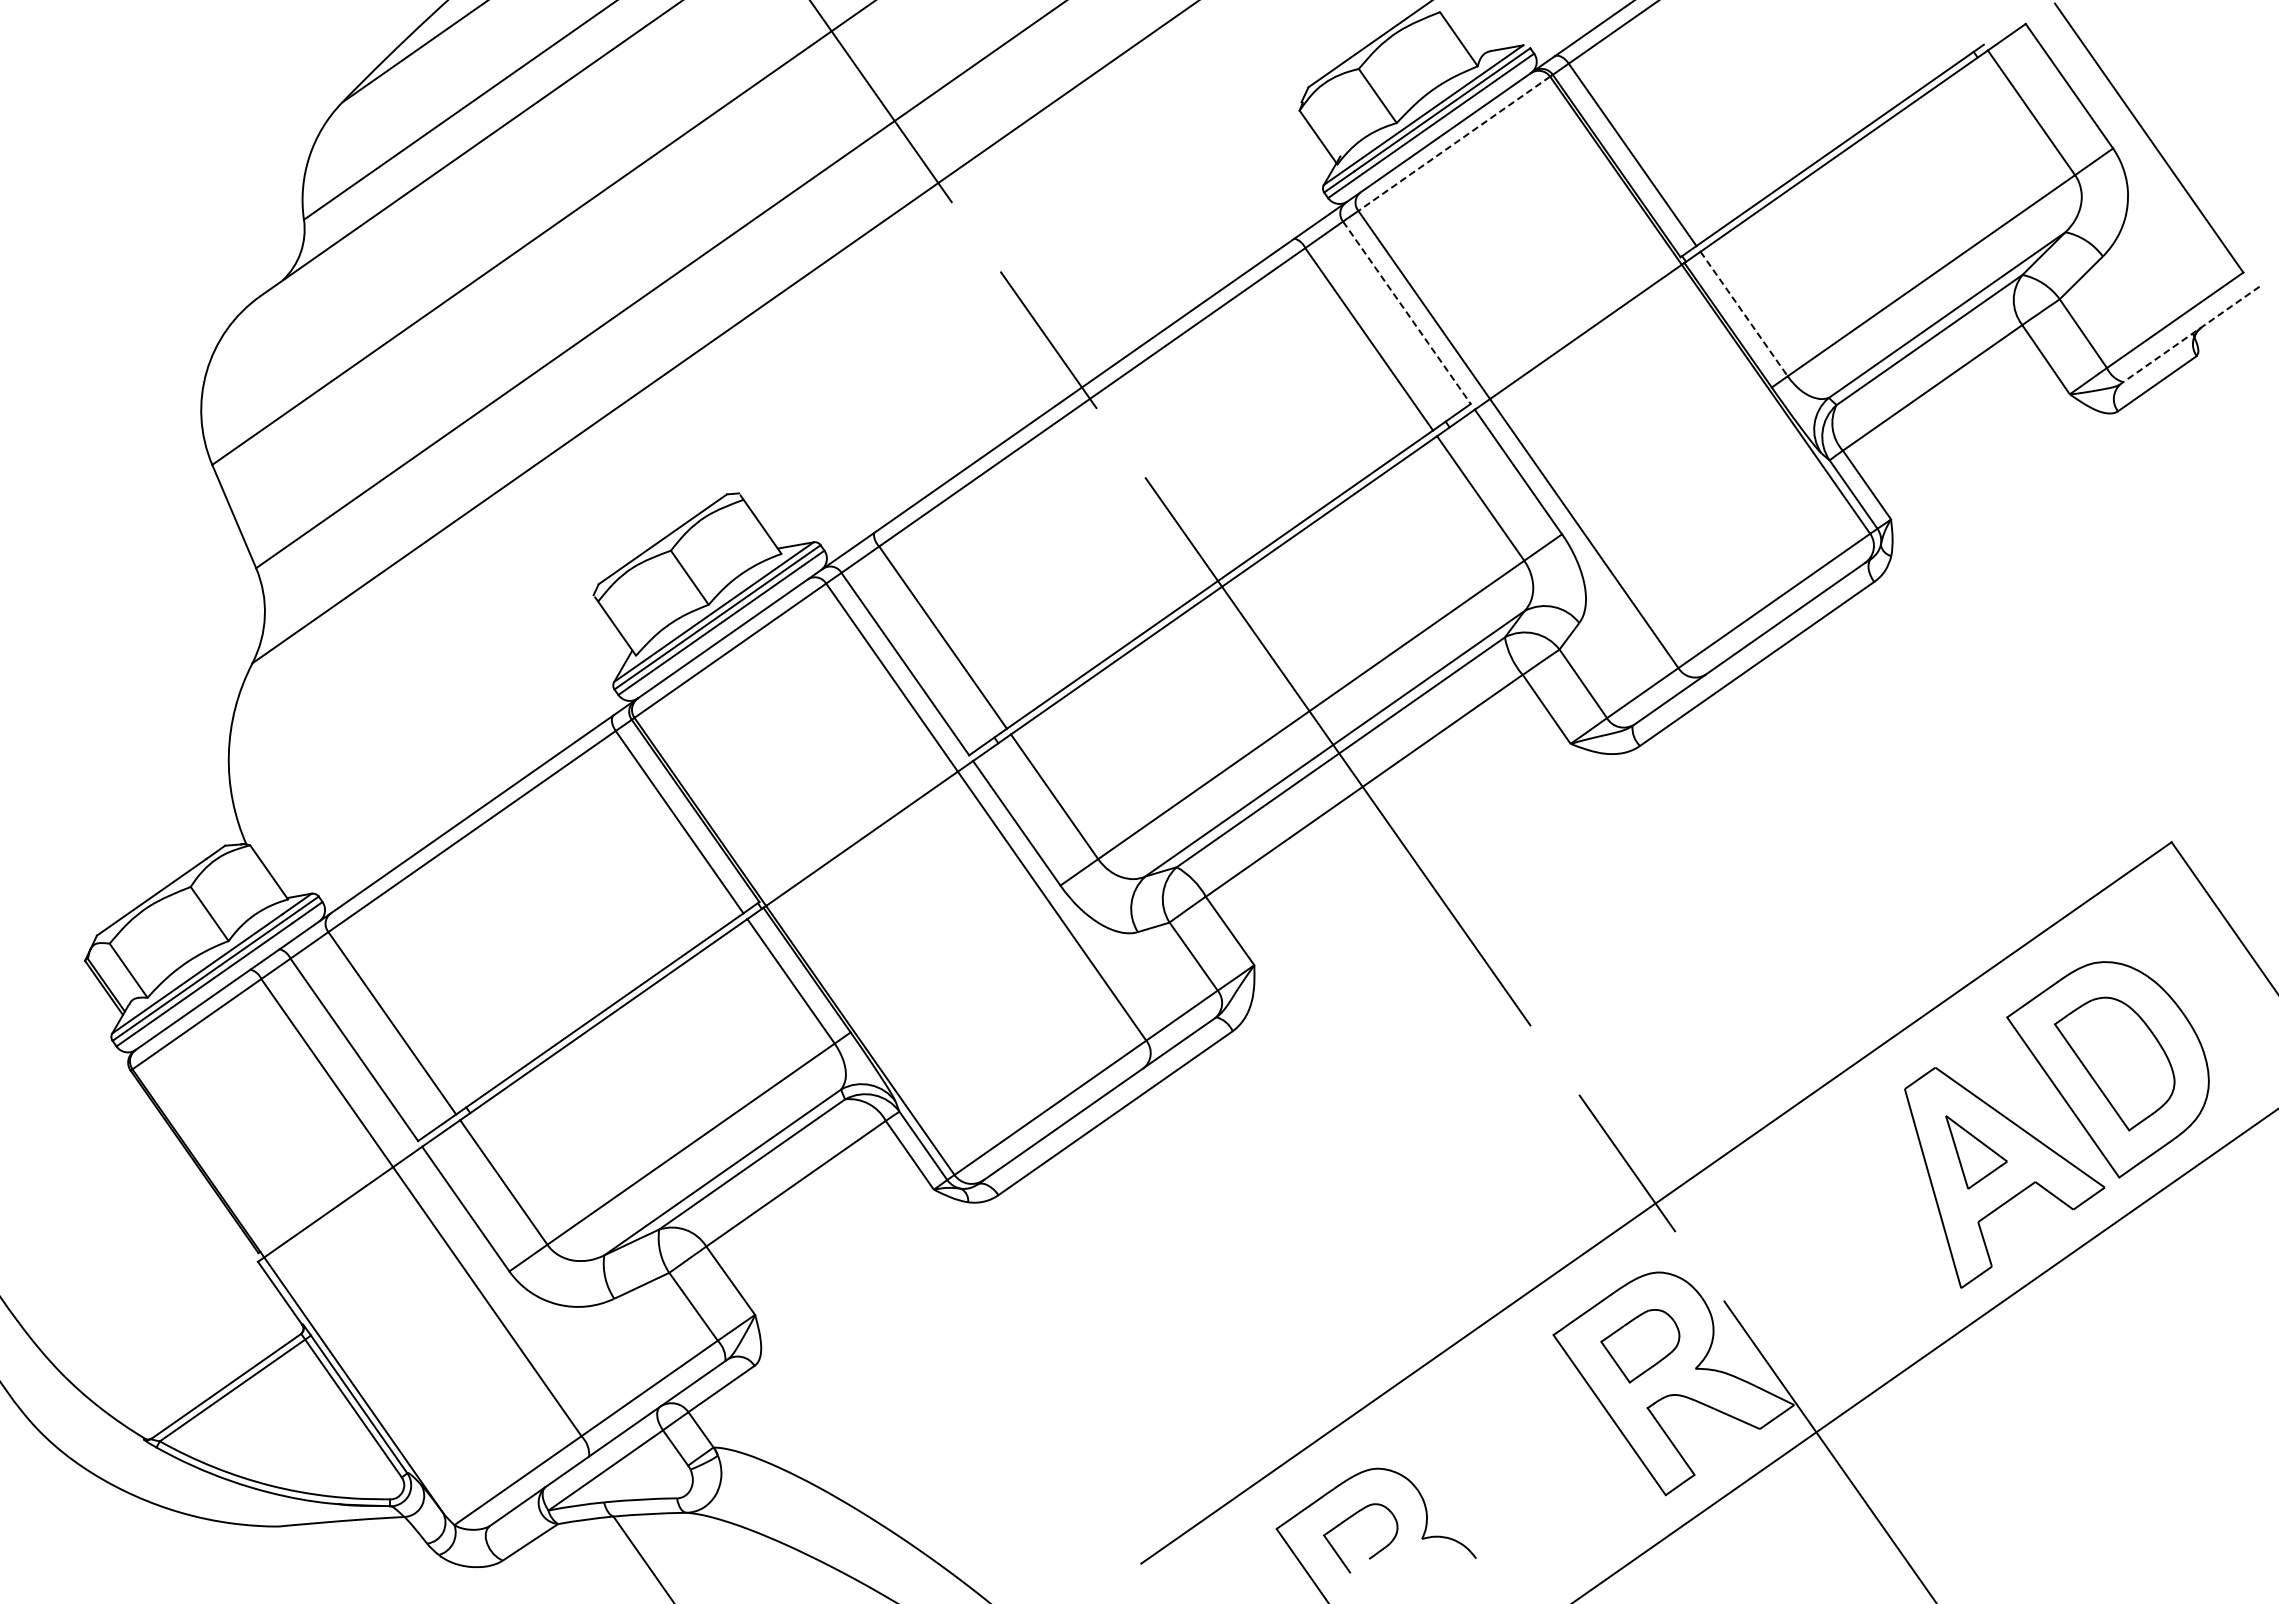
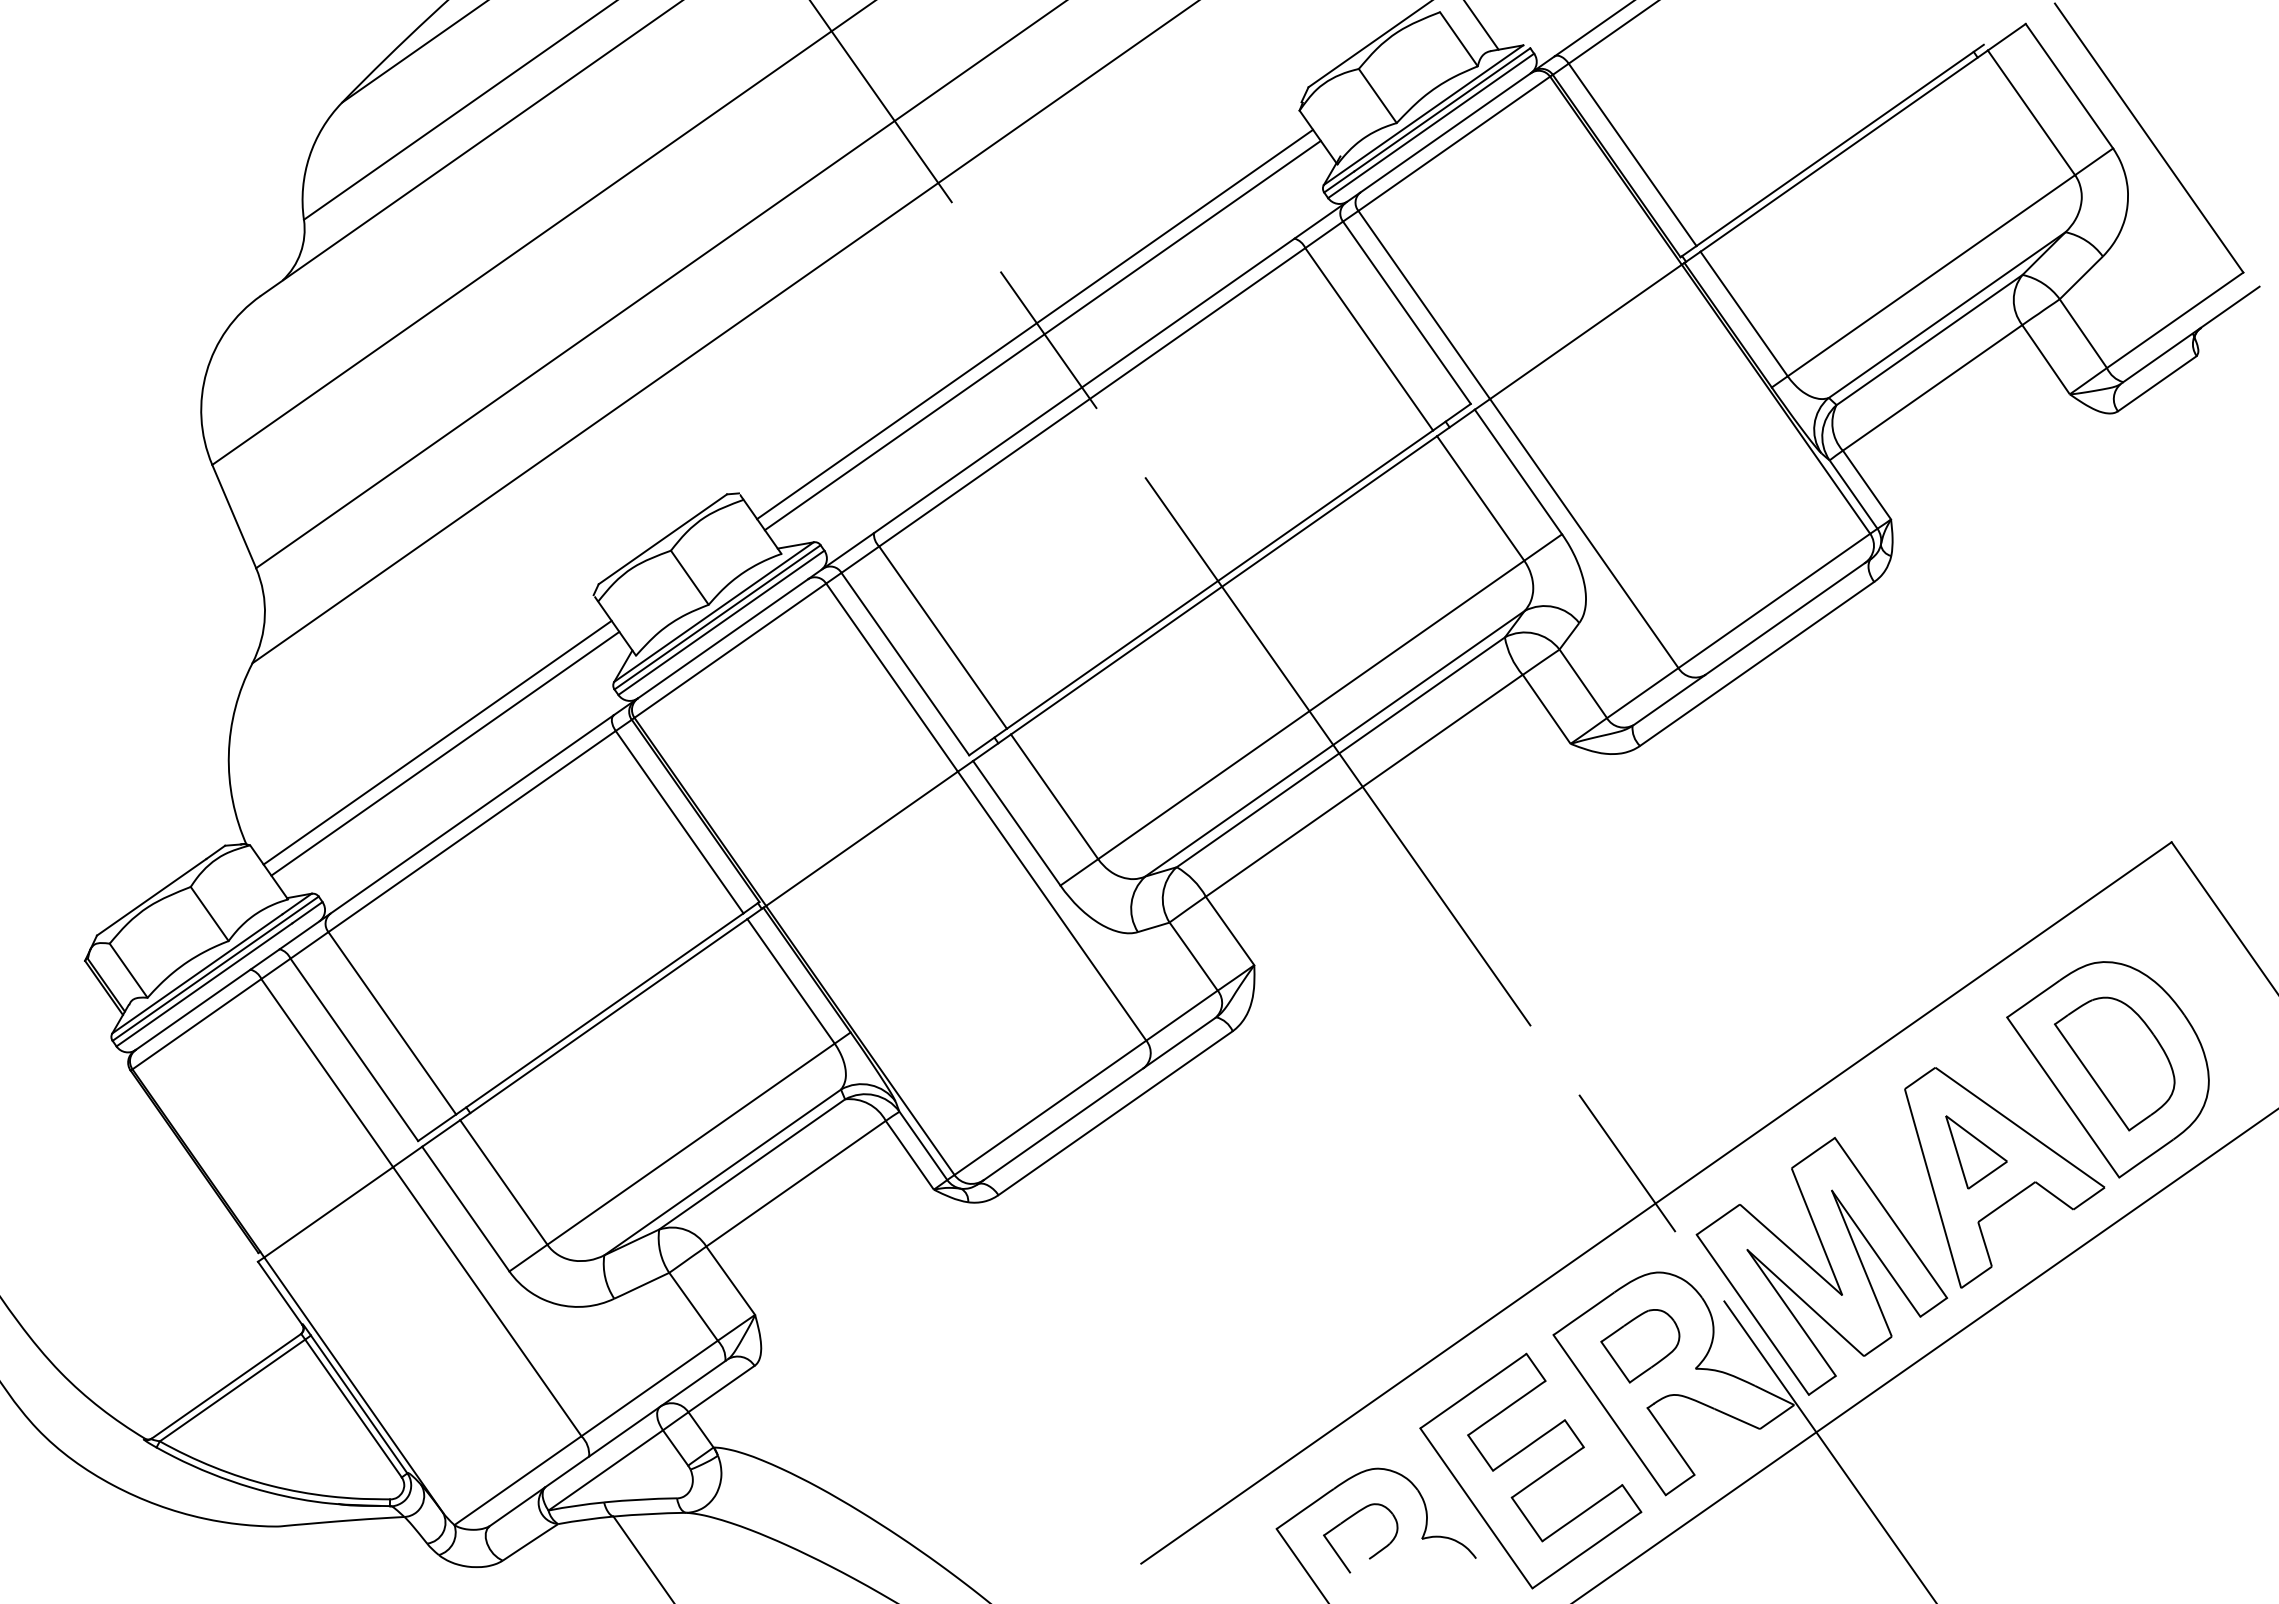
line at (1481, 25): none -> present
line at (1453, 144): dashed -> solid
line at (1407, 313): dashed -> solid
line at (1744, 314): dashed -> solid
line at (1035, 324): none -> present
line at (2191, 334): dashed -> solid
line at (1042, 335): none -> present
line at (437, 742): none -> present
line at (445, 753): none -> present
part at (1818, 1272): none -> present
part at (1530, 1470): none -> present
